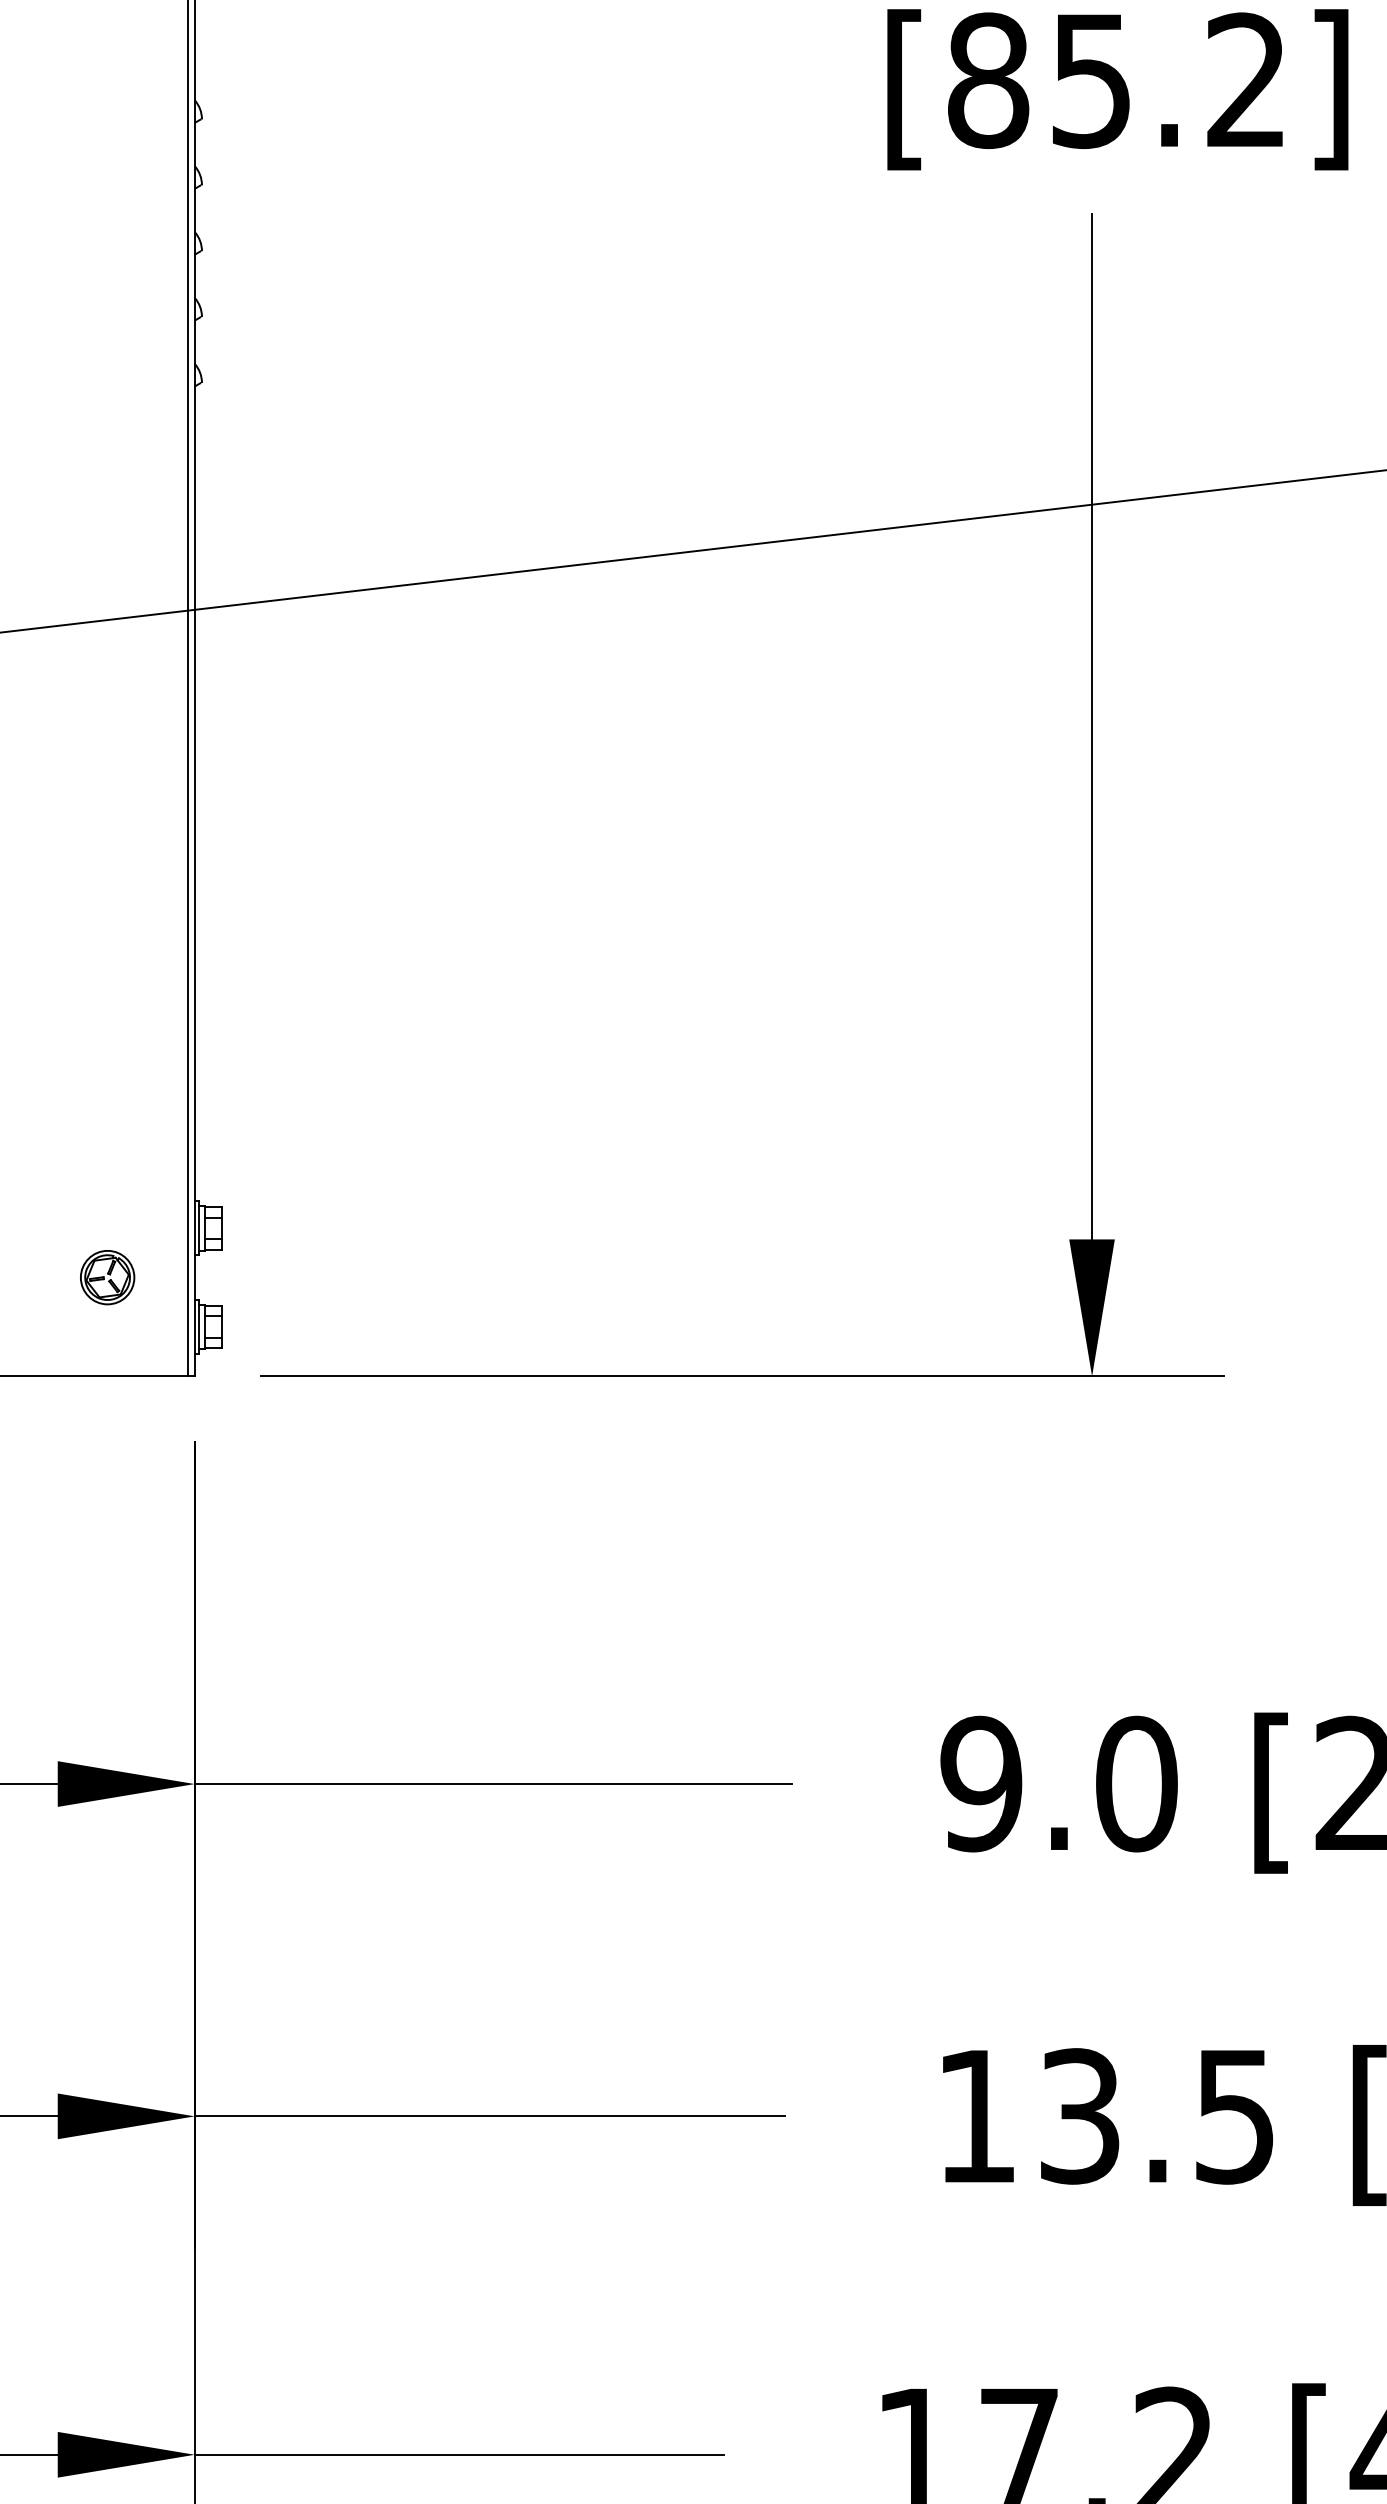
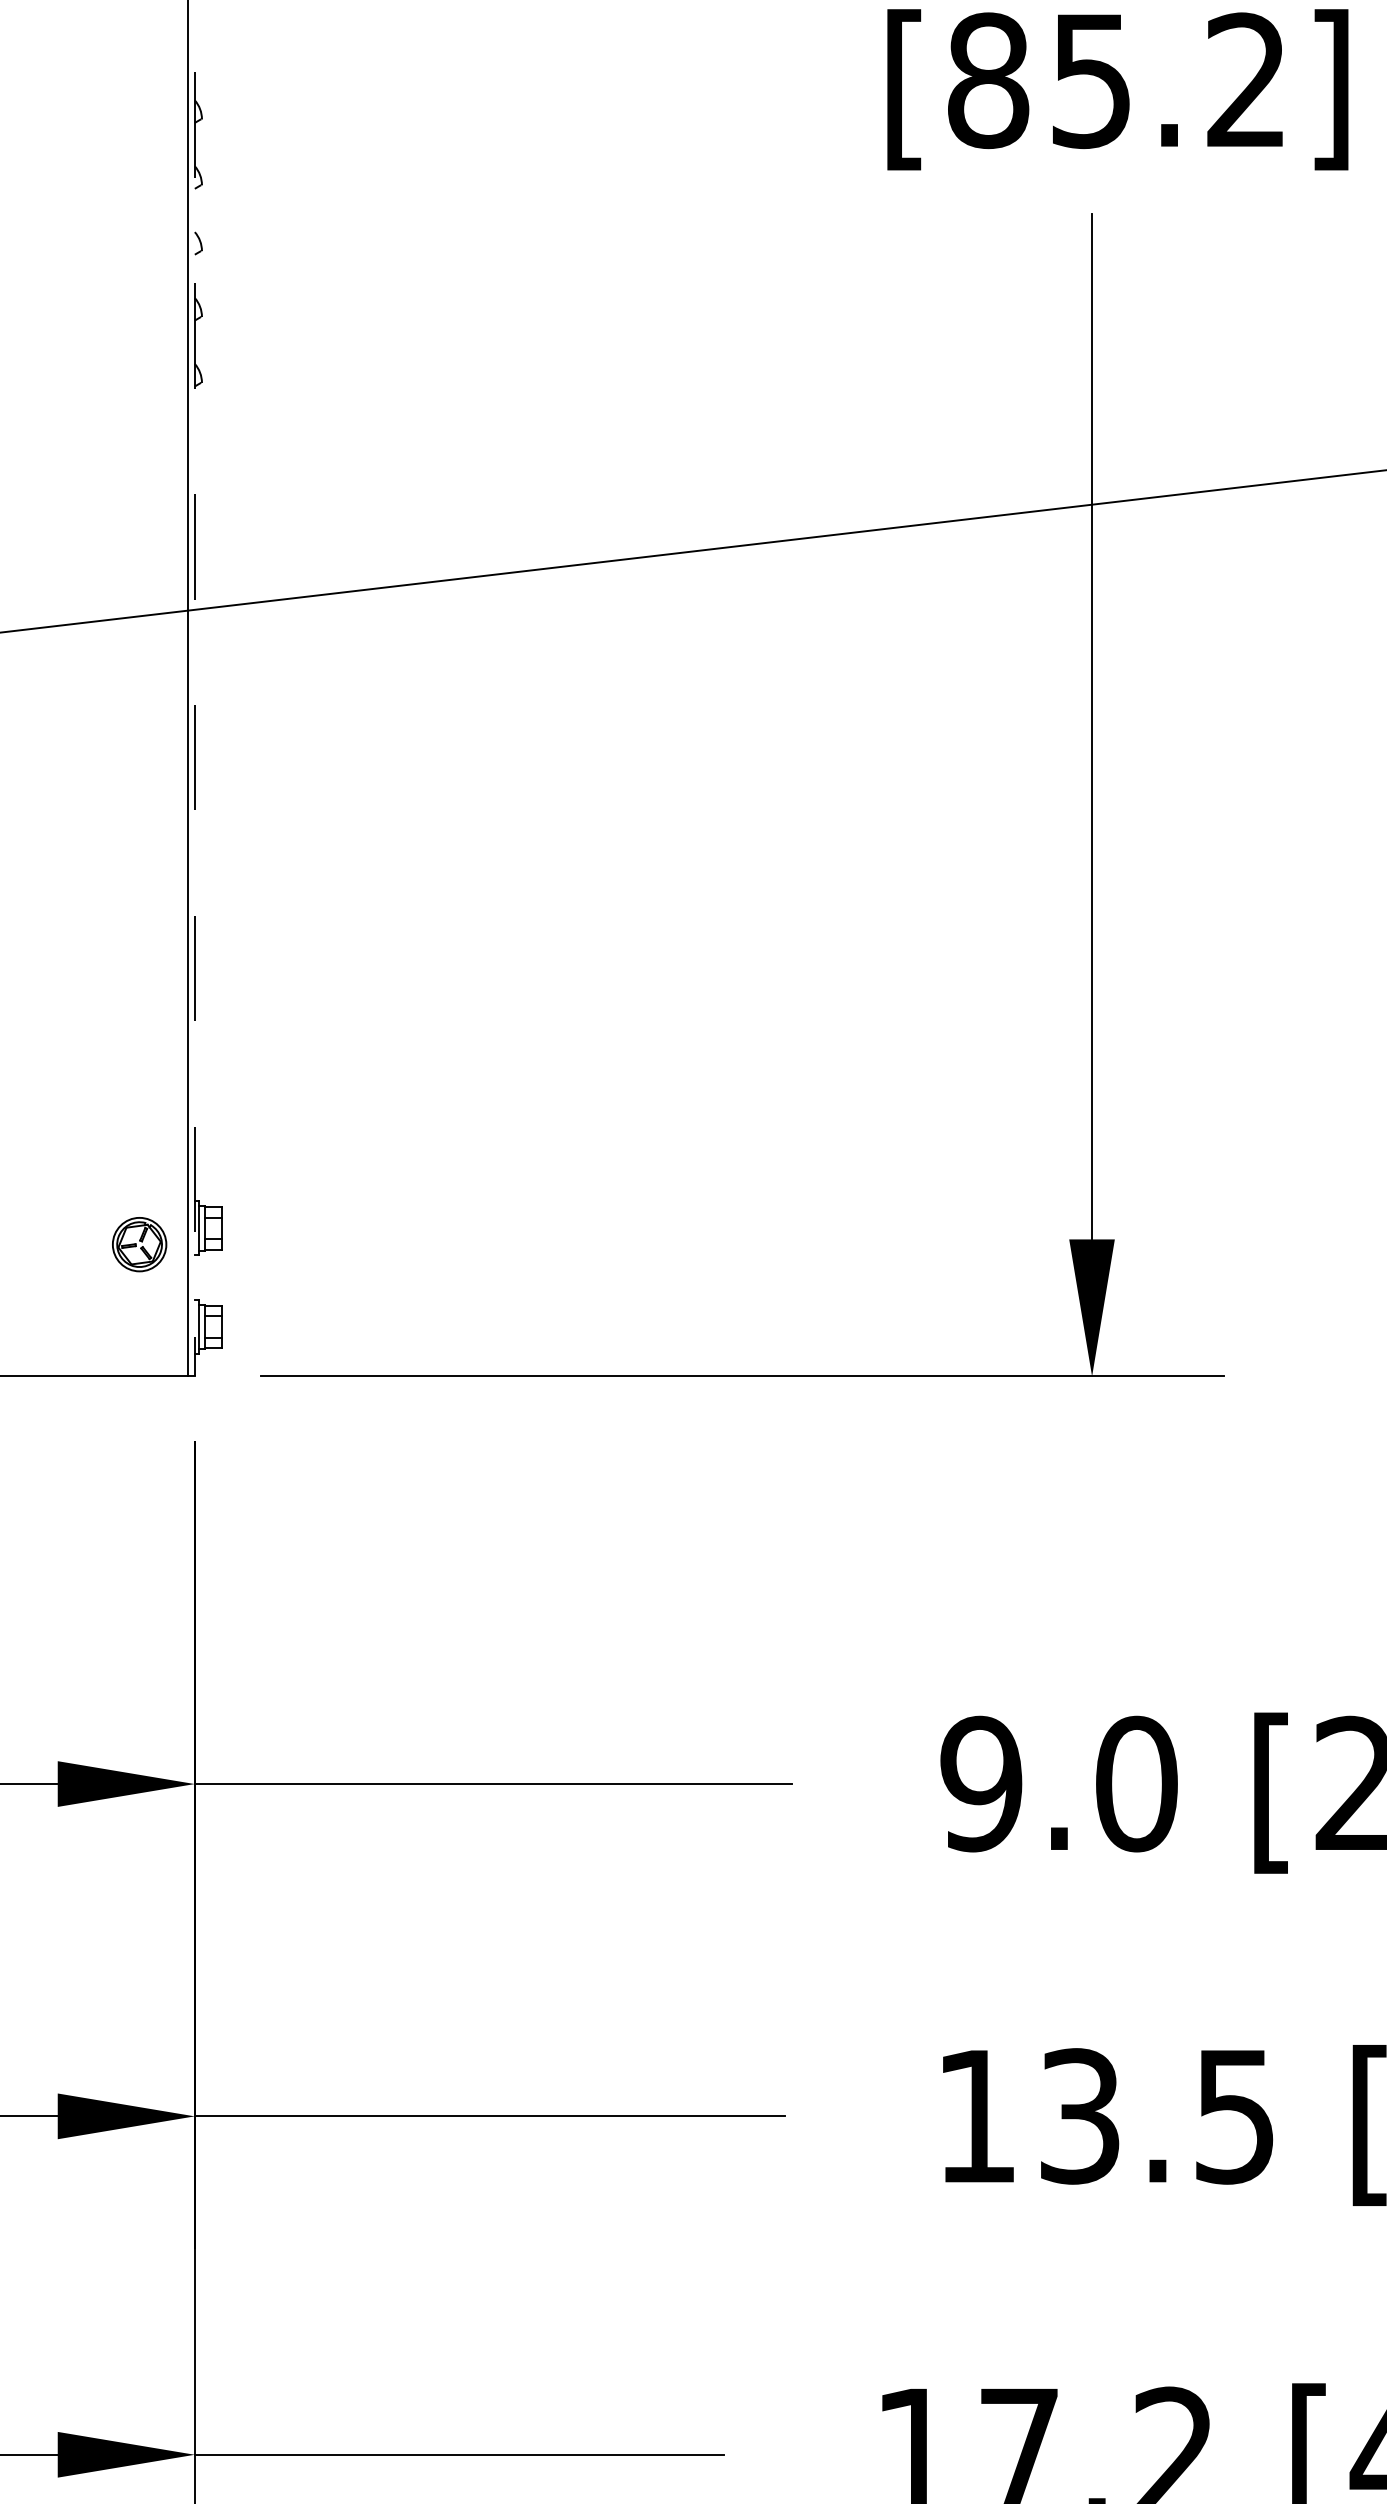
line at (194, 688): solid -> dashed
part at (107, 1277) position: (107, 1277) -> (139, 1244)
